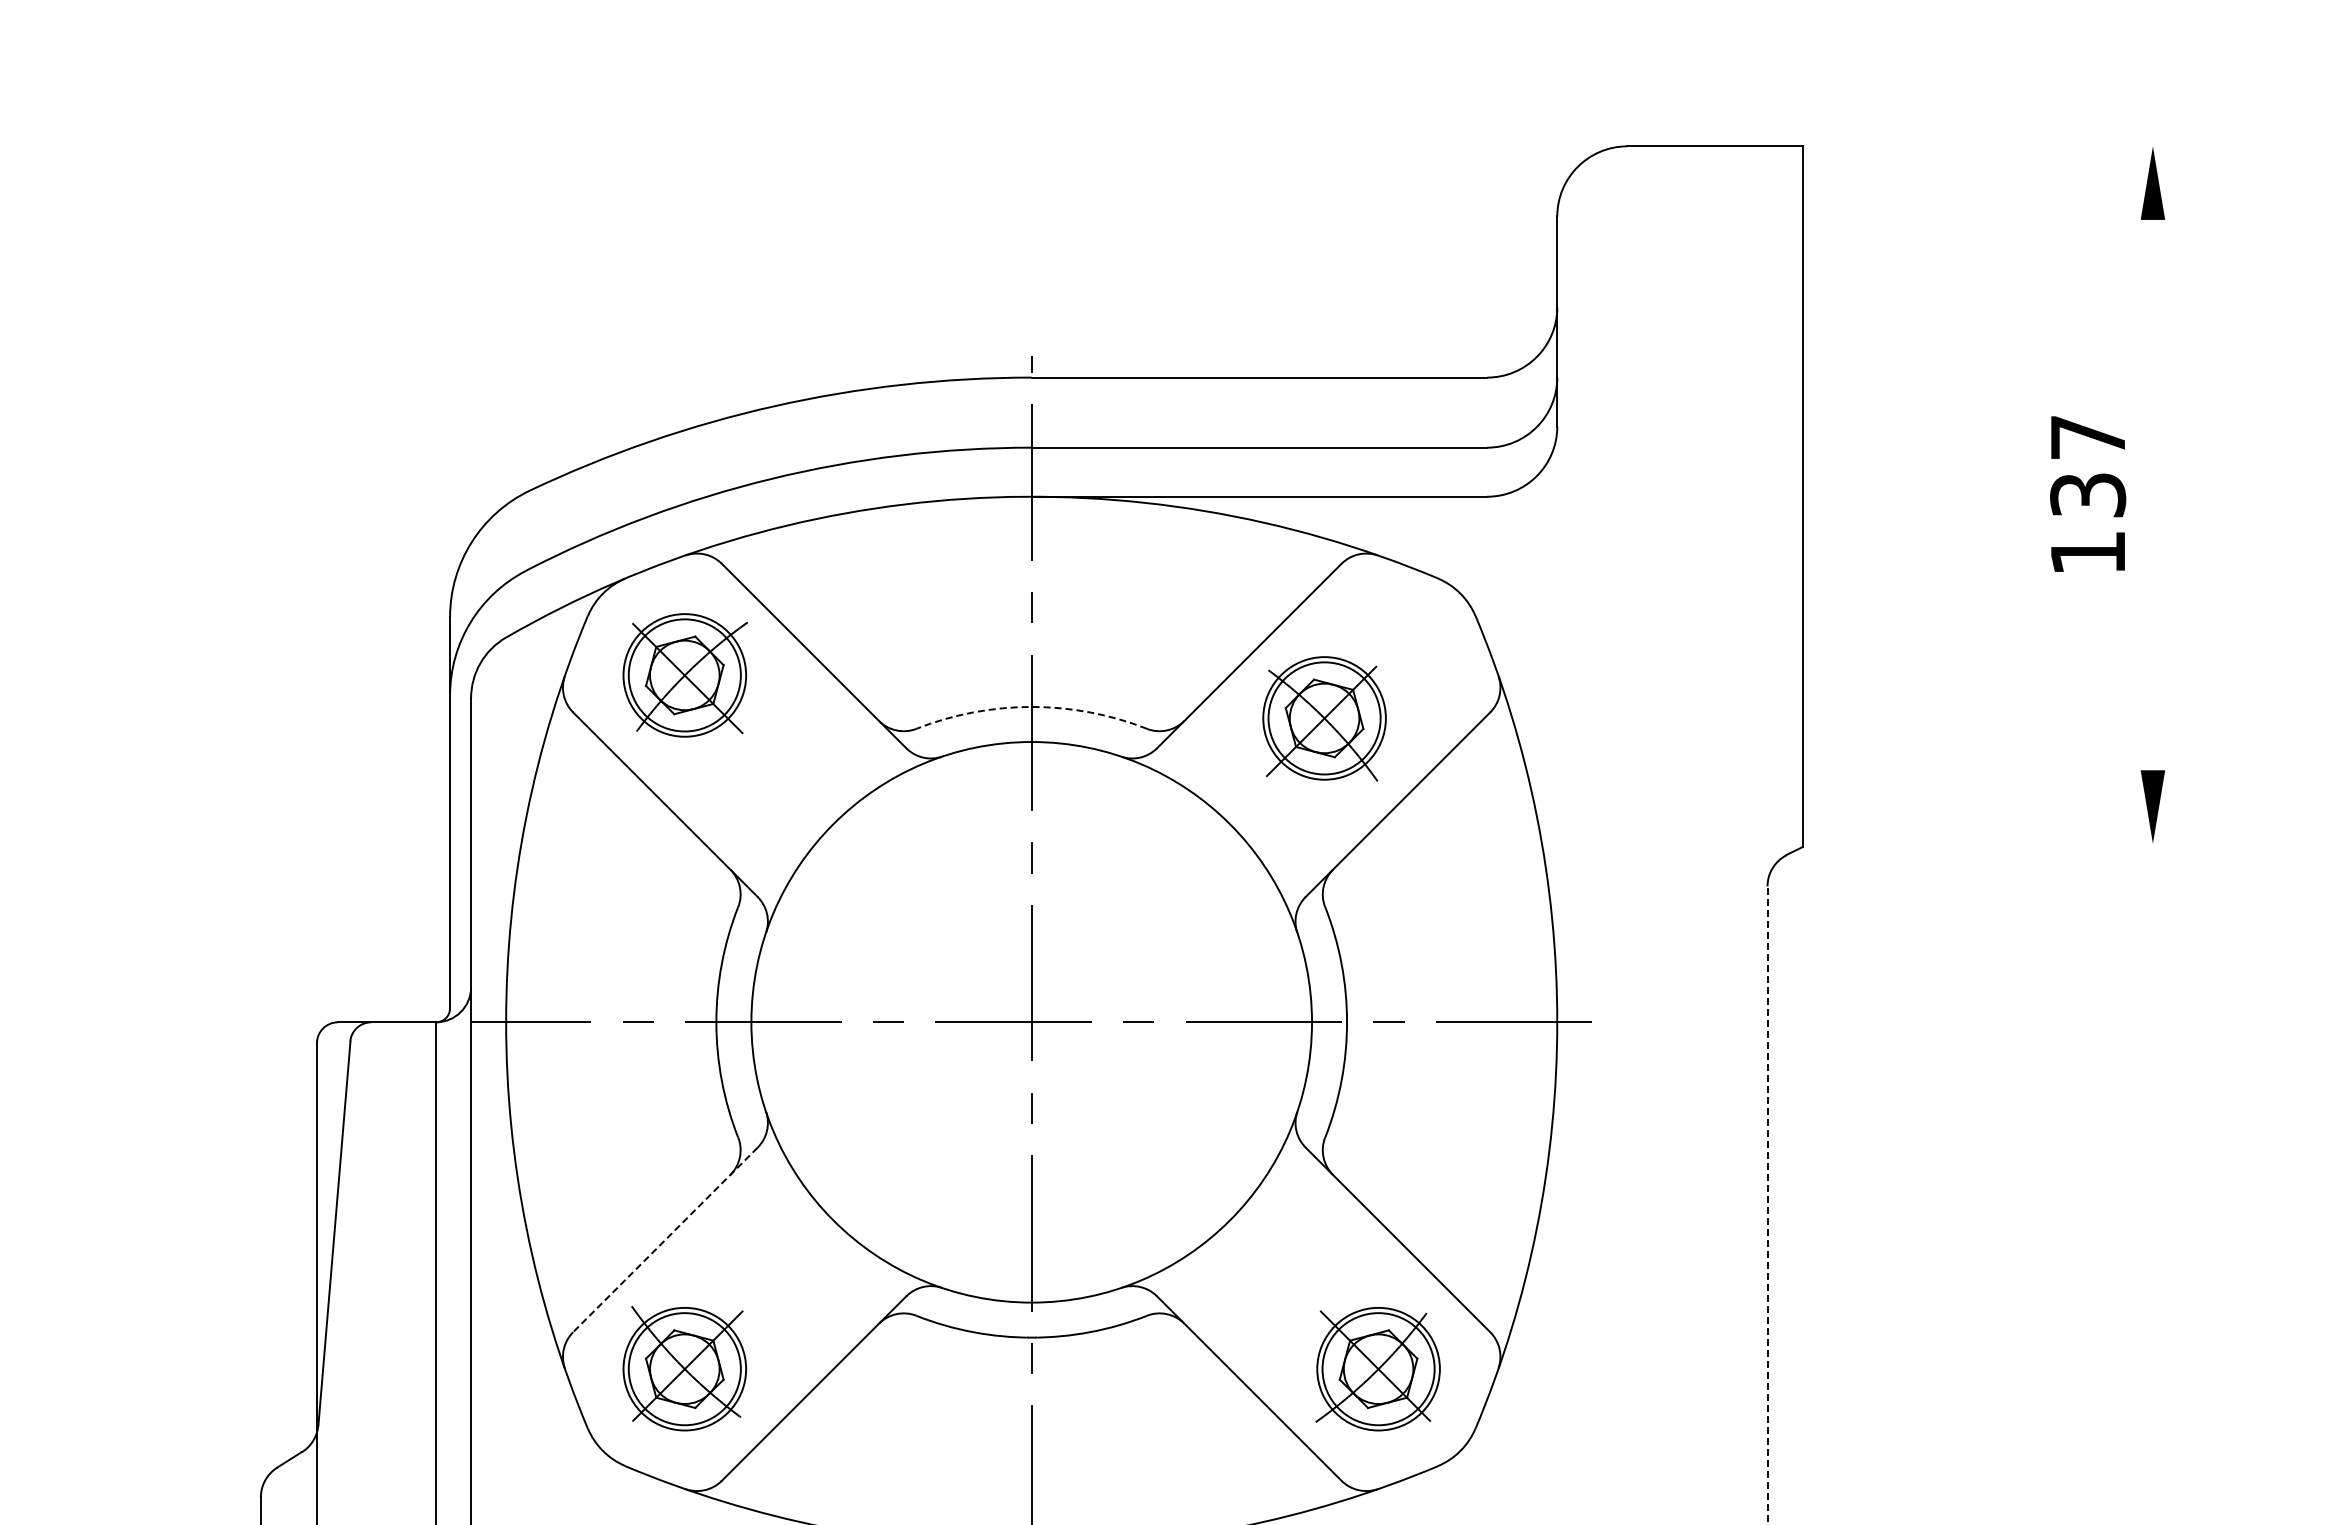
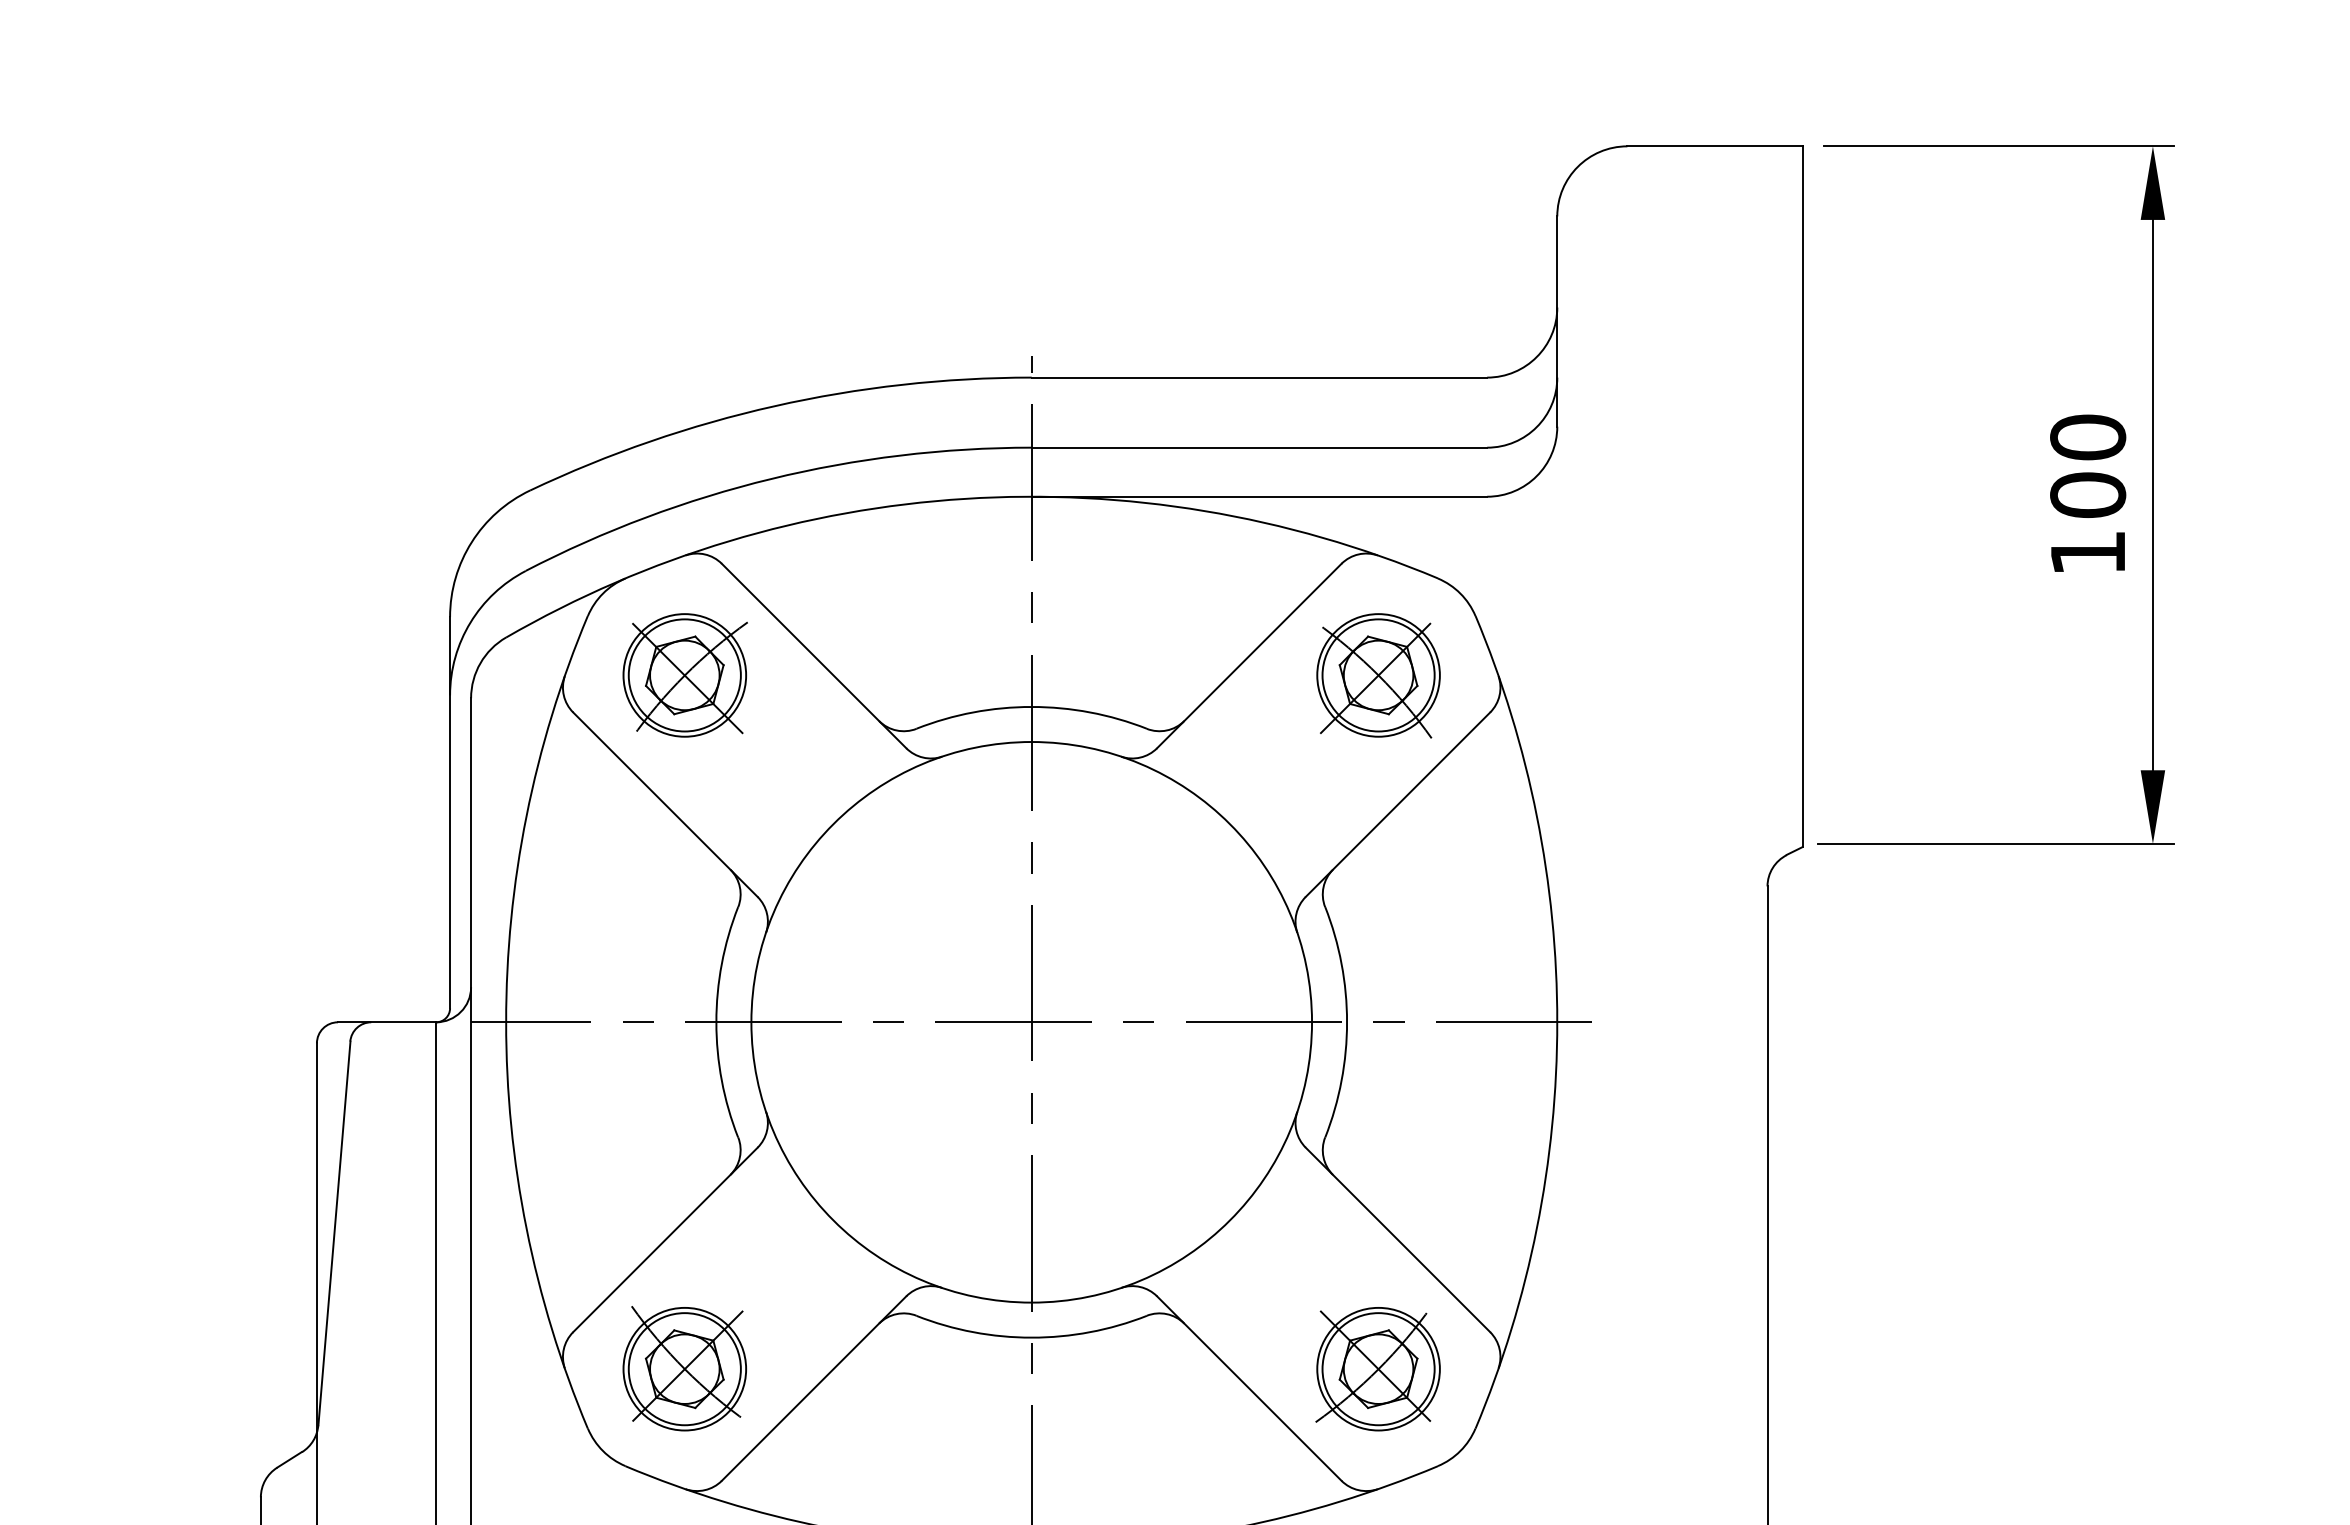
line at (1998, 146): none -> present
text at (2088, 465): 137 -> 100
line at (2152, 494): none -> present
arc at (1031, 706): dashed -> solid
part at (1324, 718) position: (1324, 718) -> (1378, 675)
line at (1995, 843): none -> present
line at (1767, 1205): dashed -> solid
line at (665, 1240): dashed -> solid
